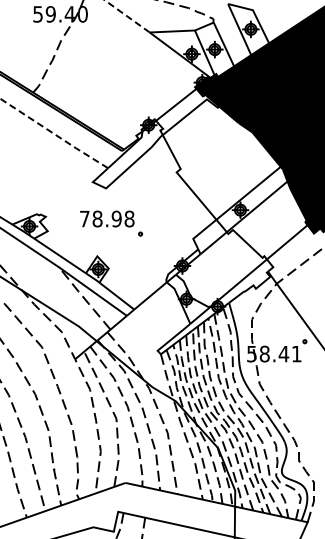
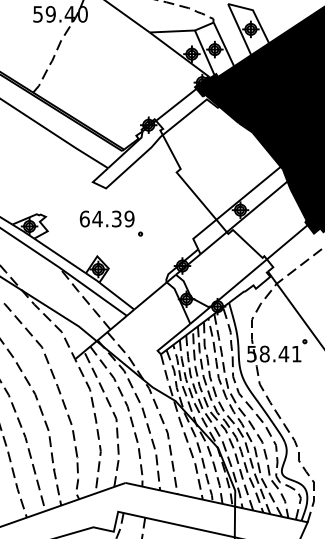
line at (127, 16): dashed -> solid
line at (54, 134): dashed -> solid
text at (106, 218): 78.98 -> 64.39
